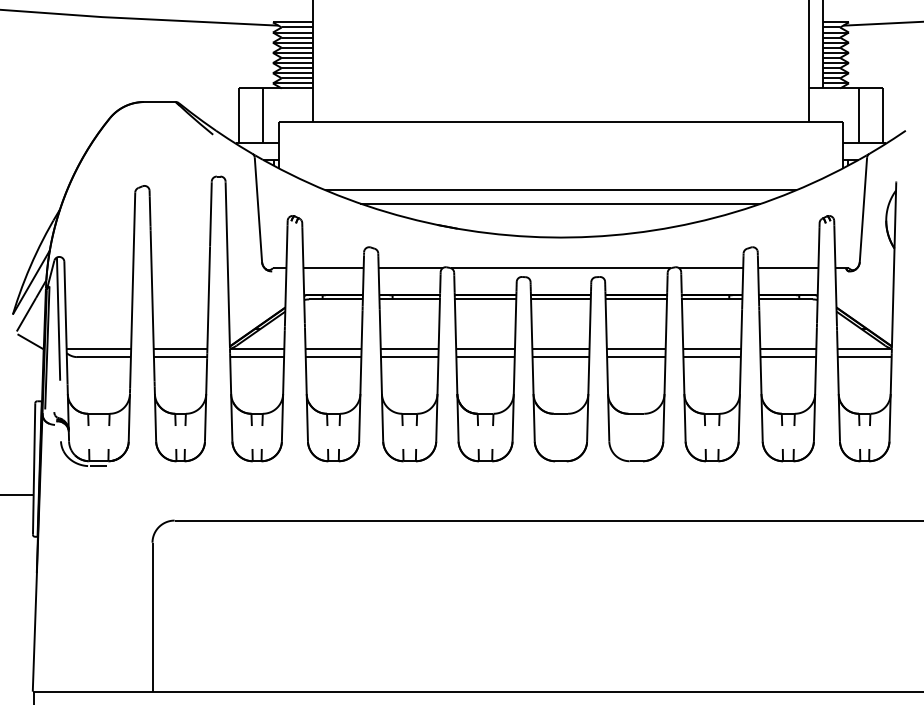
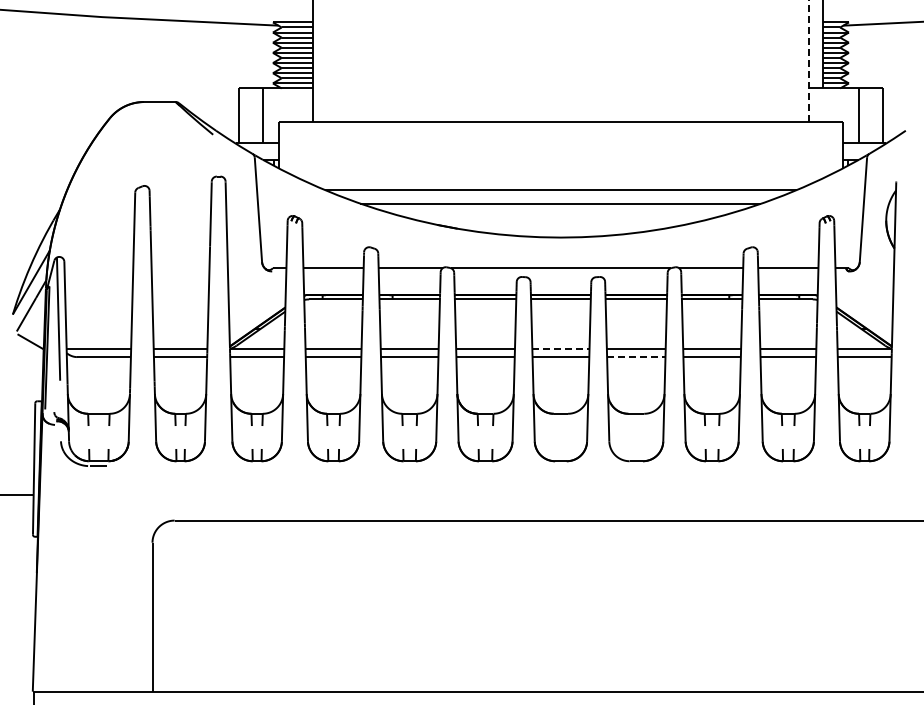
line at (808, 61): solid -> dashed
line at (560, 349): solid -> dashed
line at (636, 357): solid -> dashed
